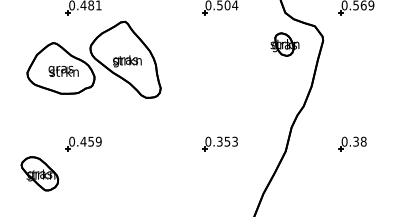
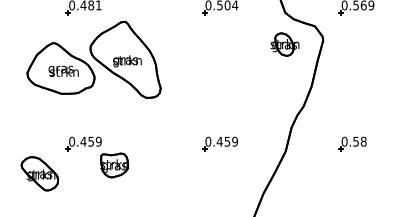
text at (355, 140): 0.38 -> 0.58
text at (227, 141): 0.353 -> 0.459
part at (114, 165): none -> present
